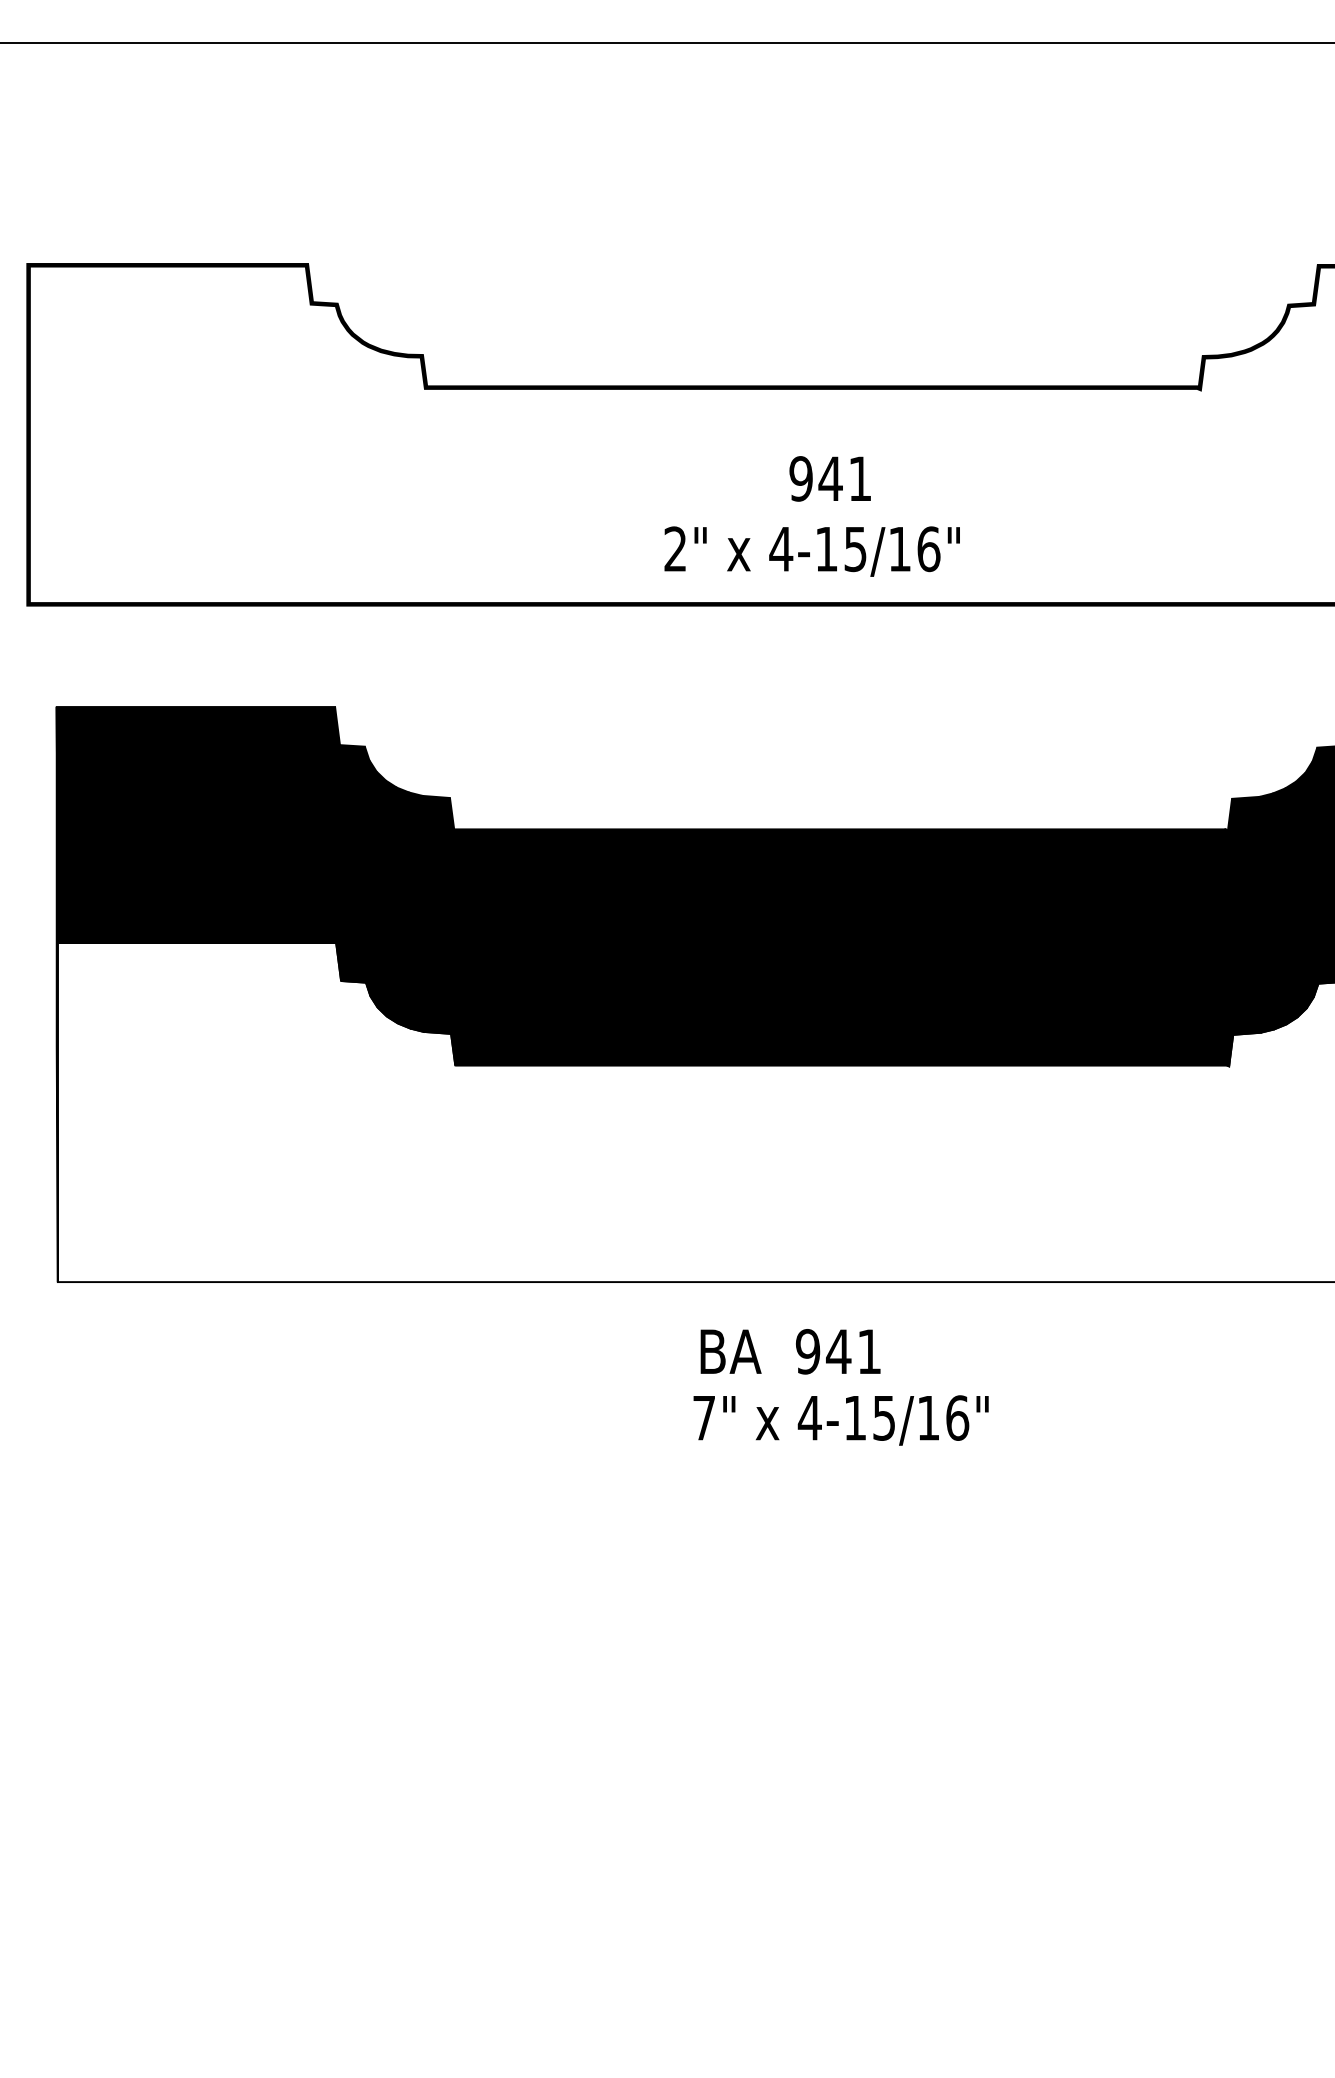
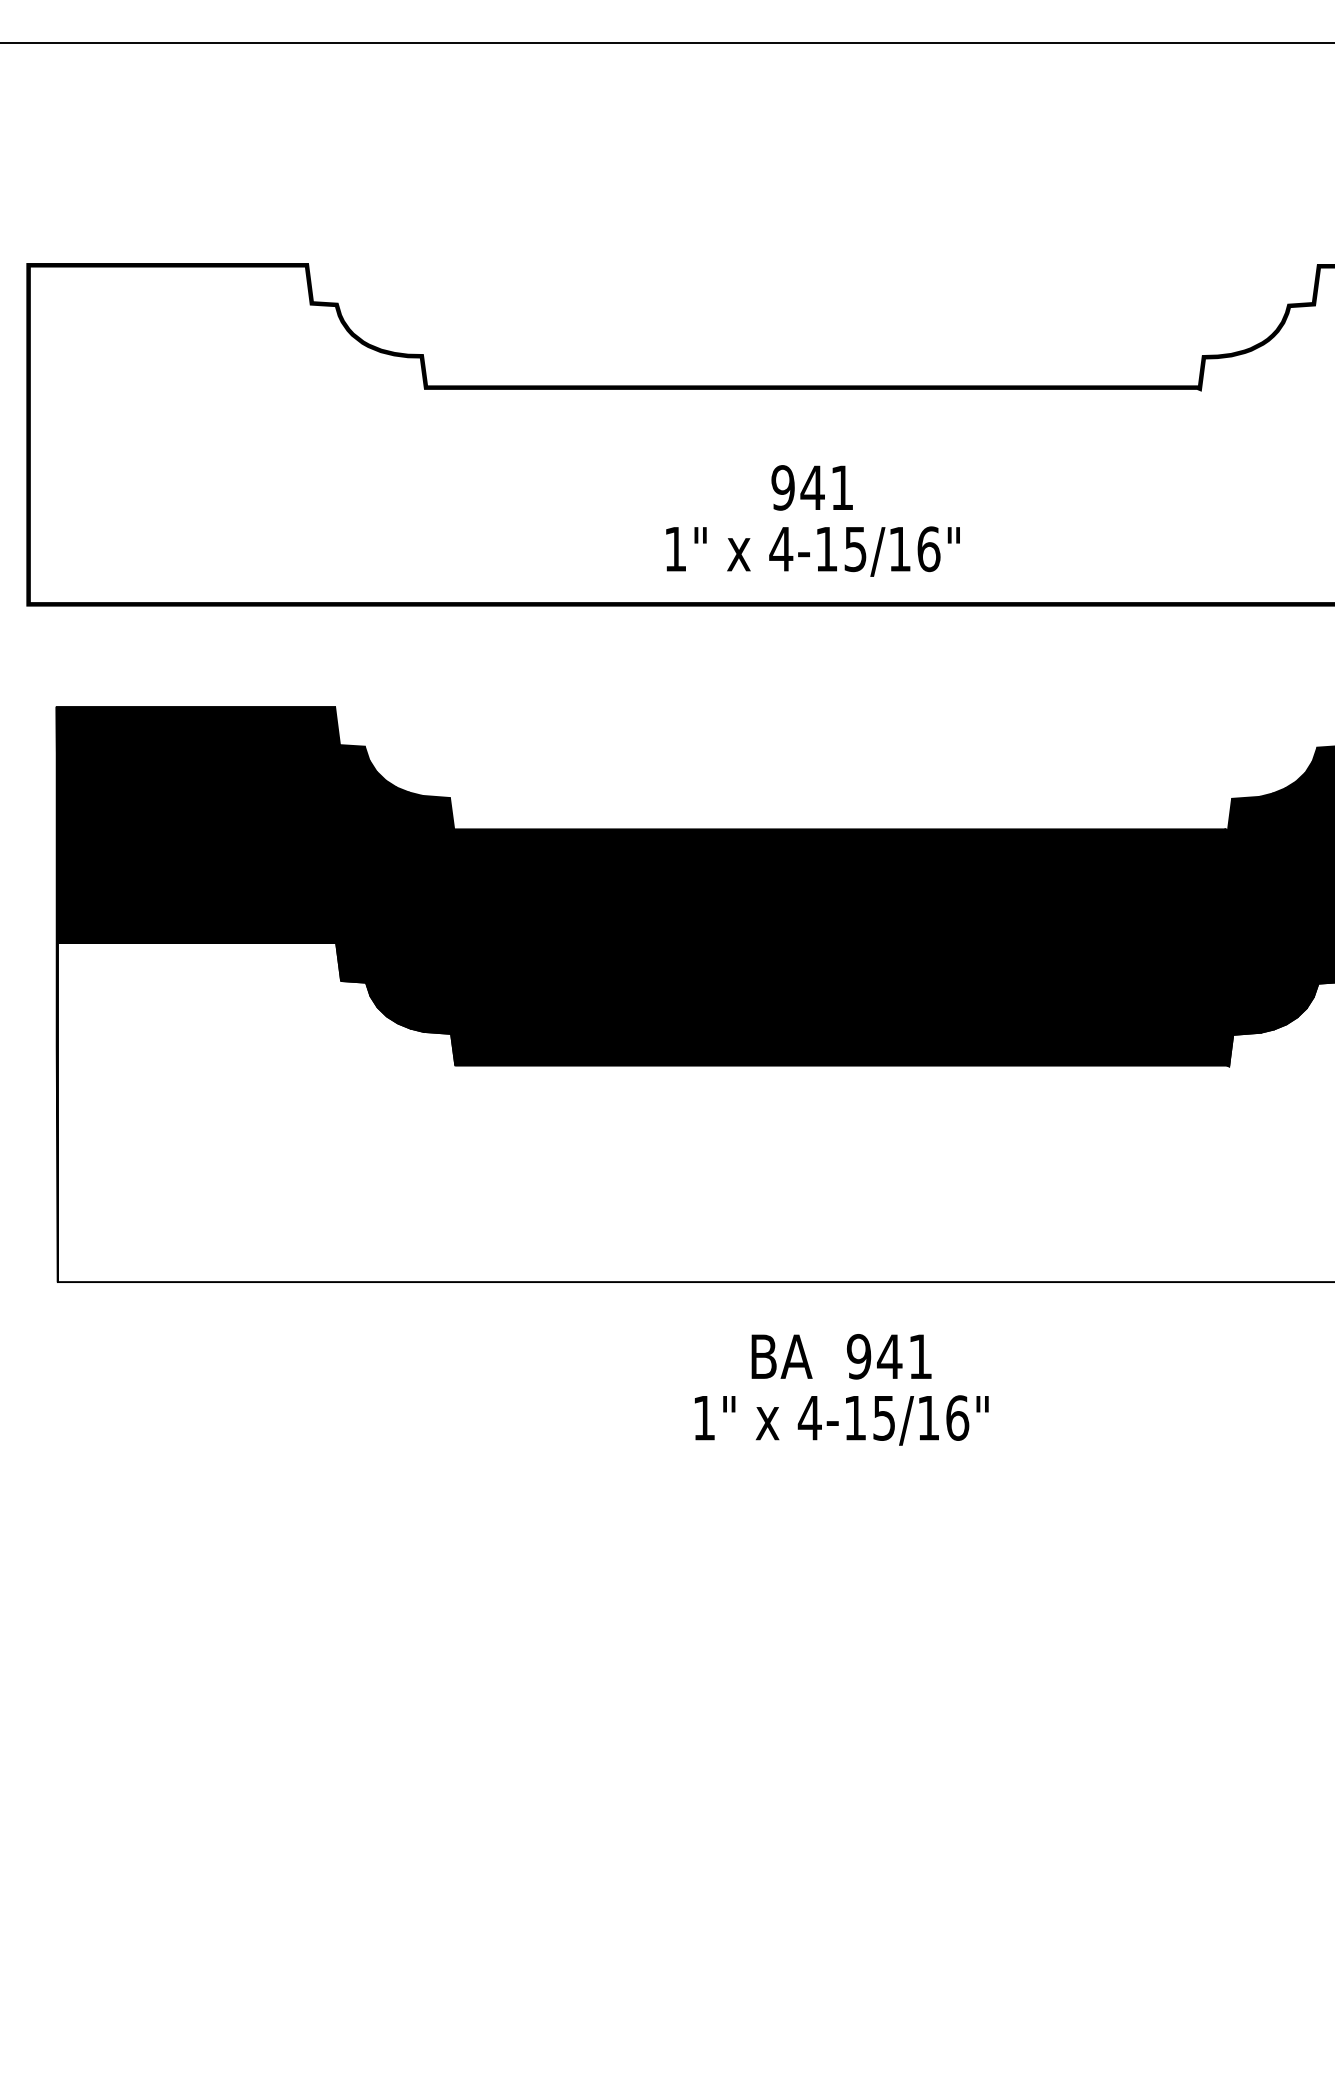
text at (829, 478) position: (829, 478) -> (811, 487)
text at (674, 548): 2" -> 1"
text at (790, 1351) position: (790, 1351) -> (841, 1356)
text at (703, 1418): 7" -> 1"
